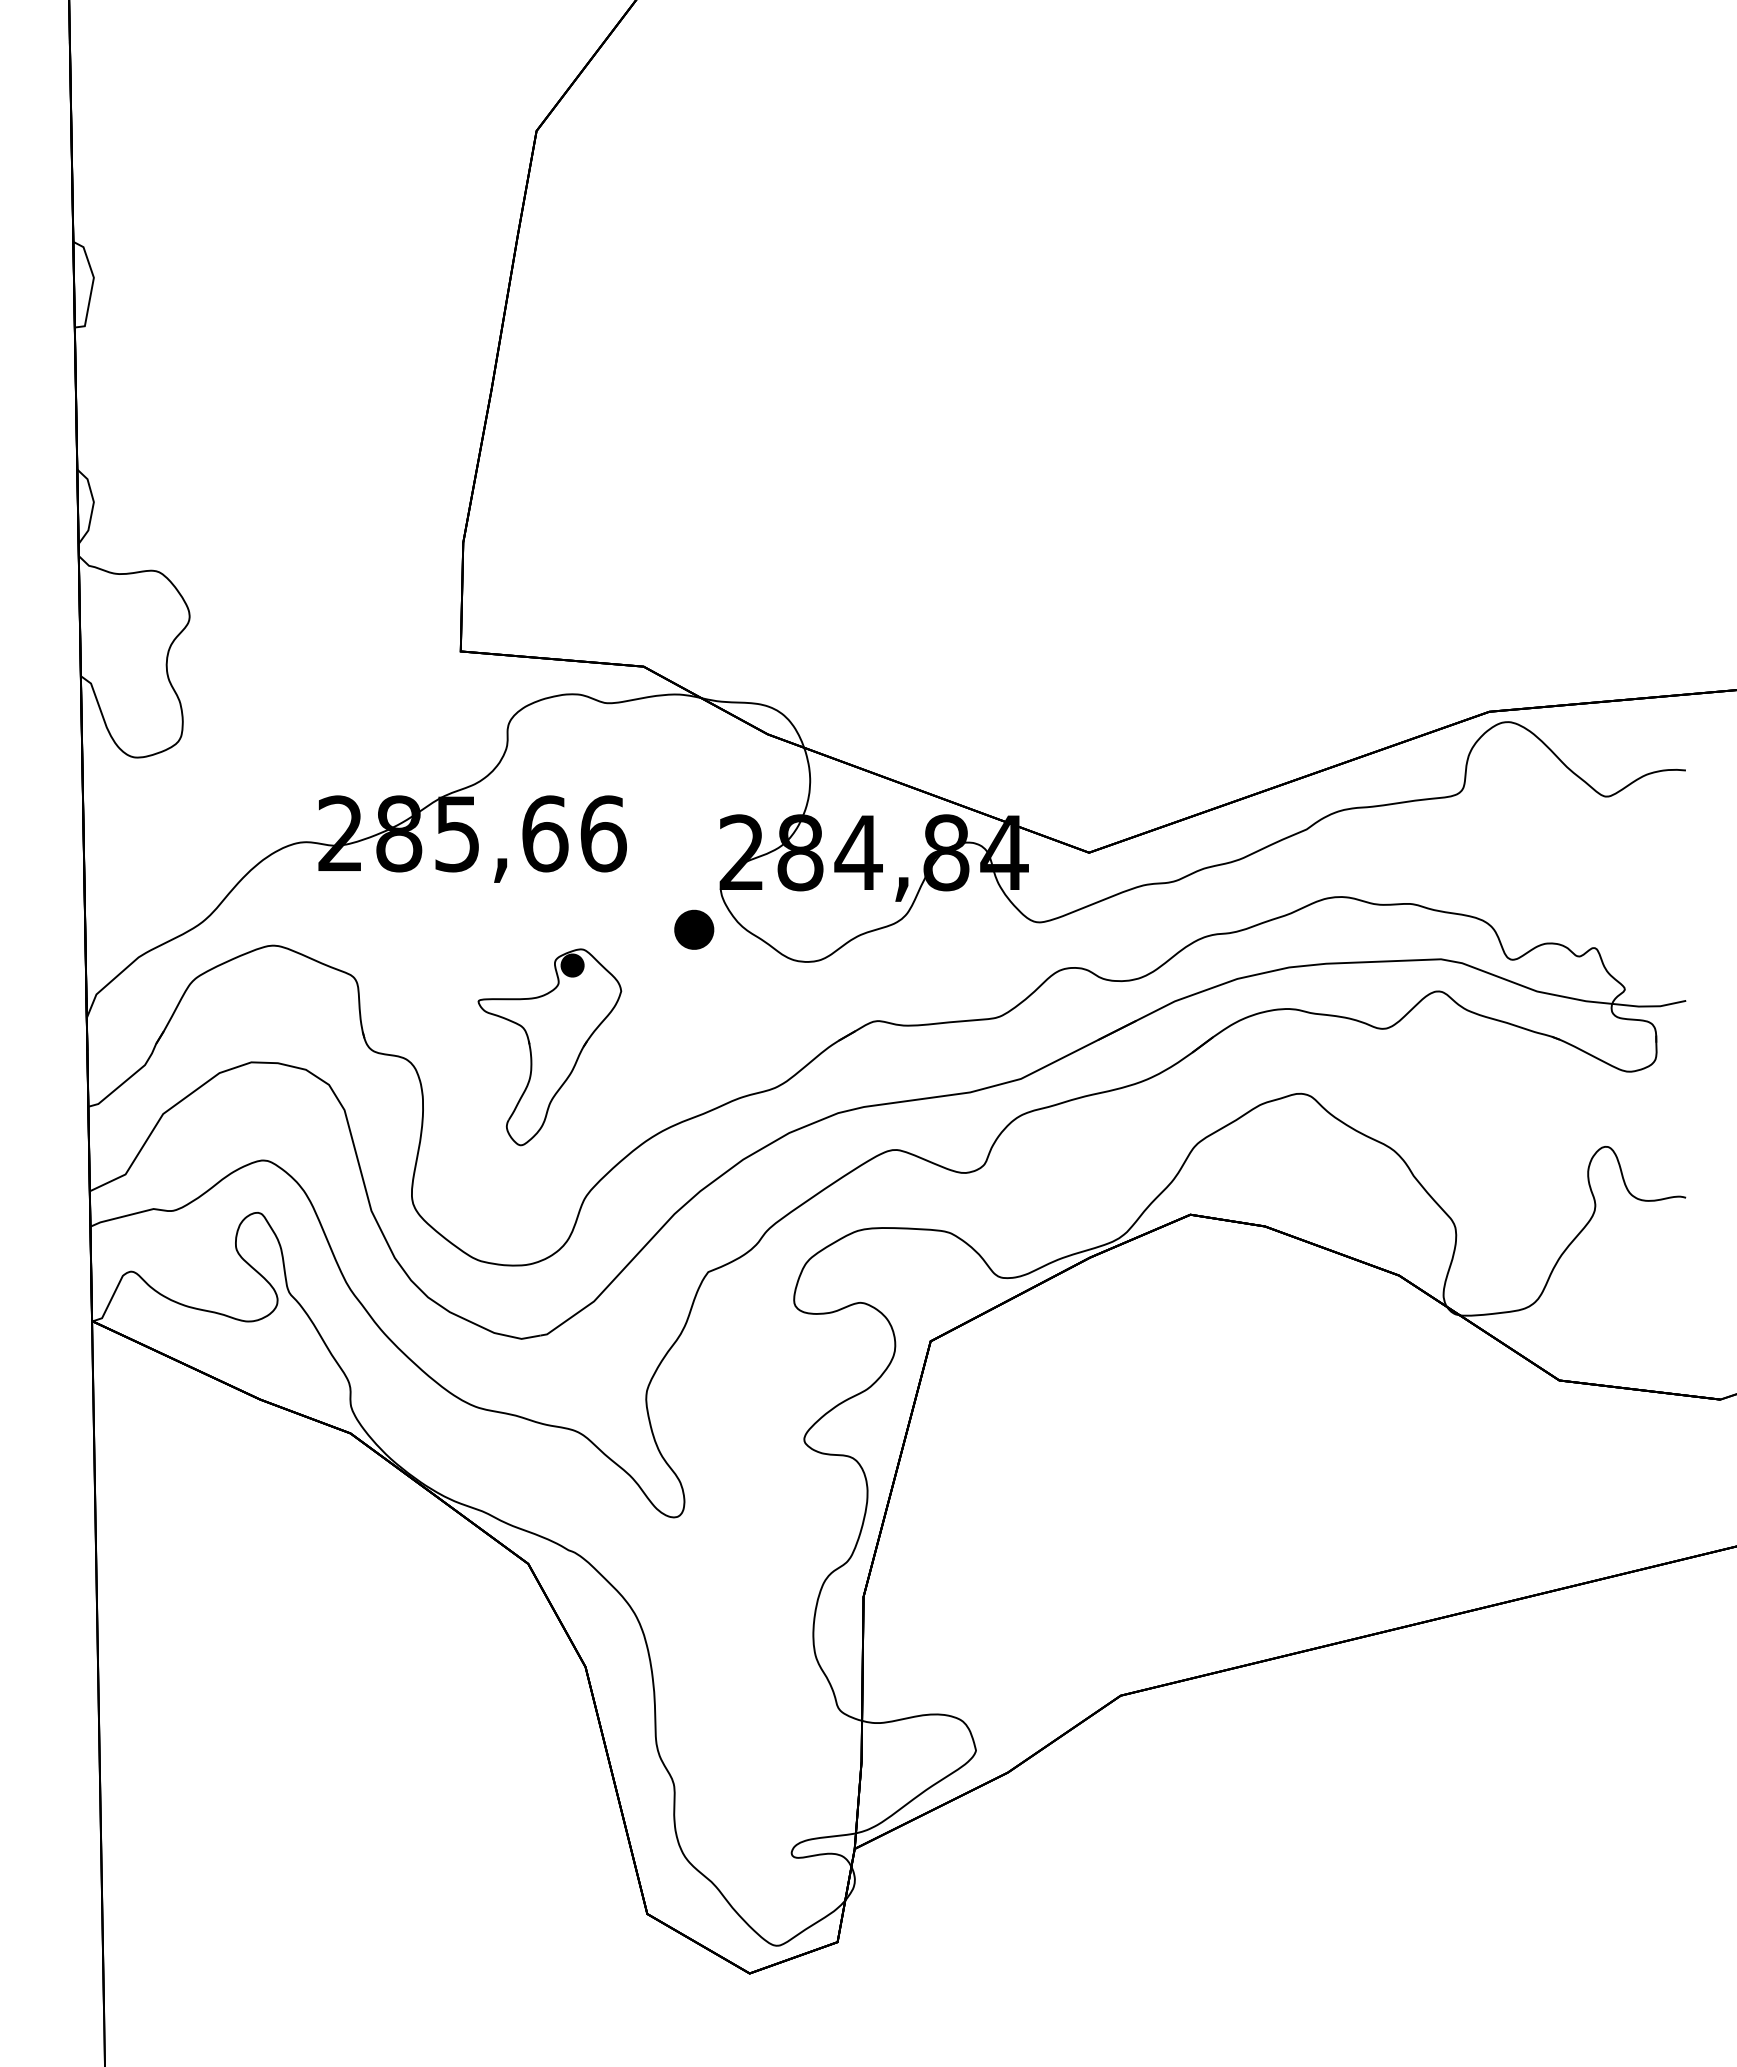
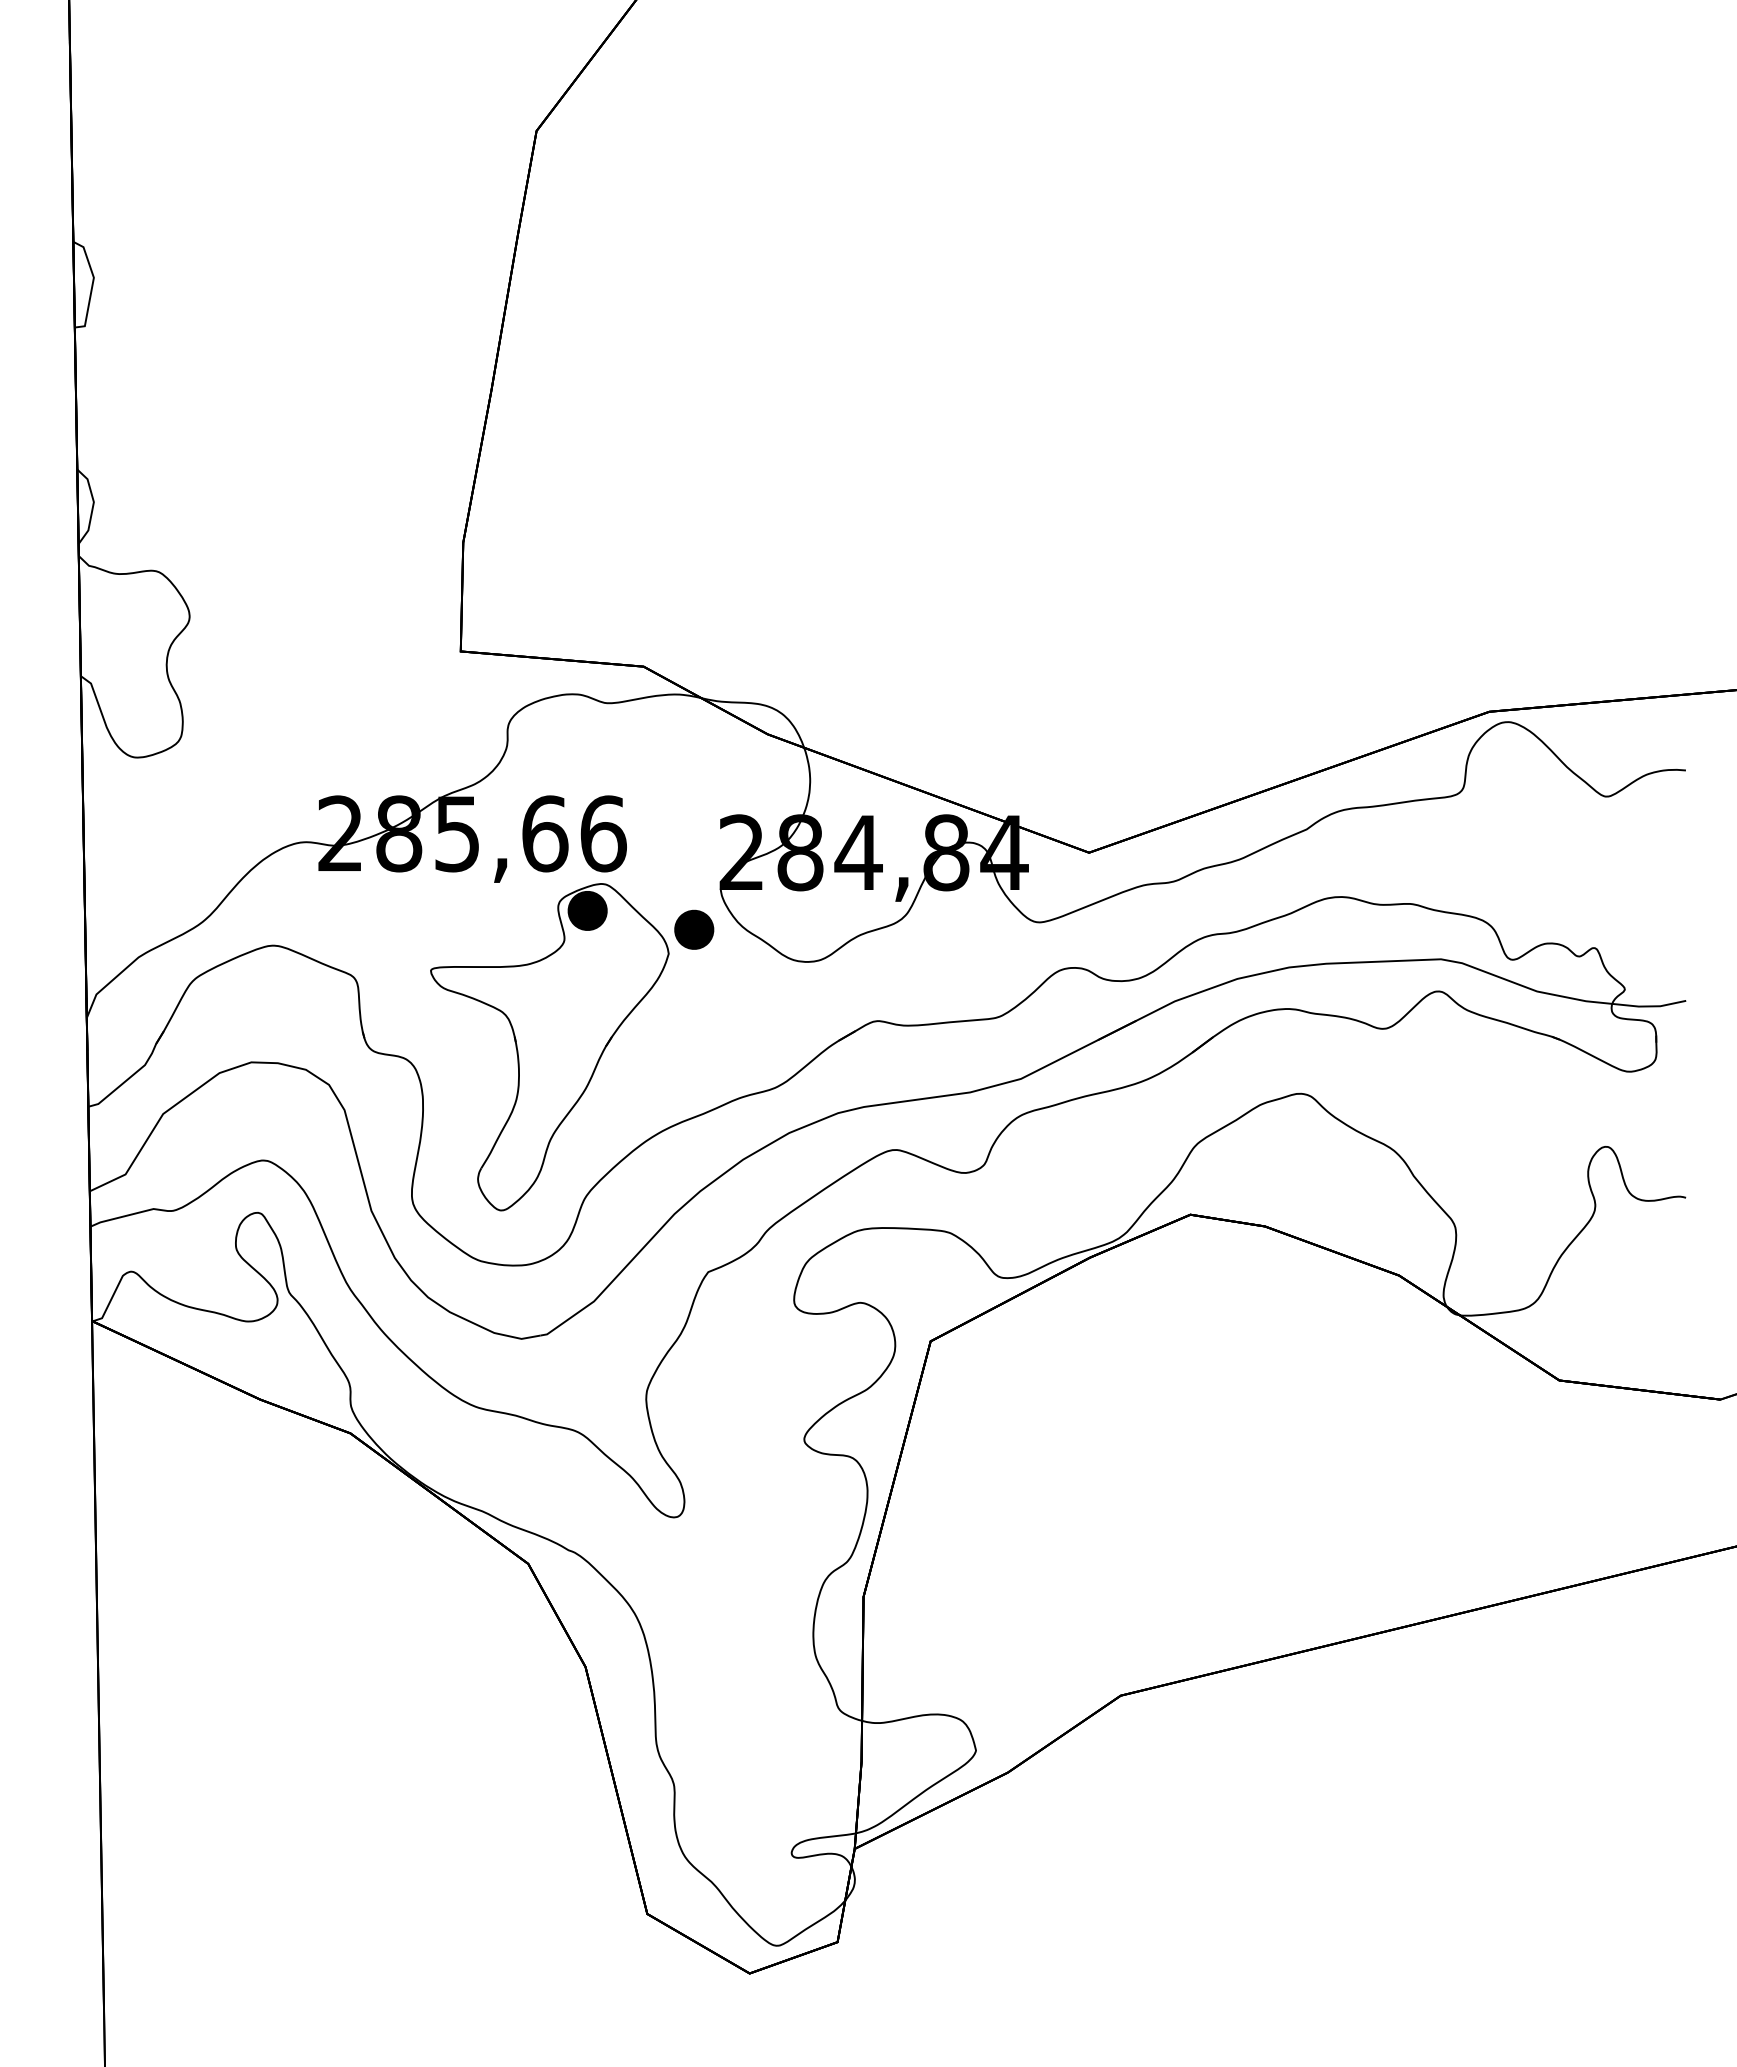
part at (549, 1047) size: 146x199 px -> 240x329 px
